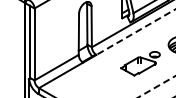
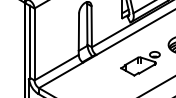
line at (135, 32): dashed -> solid
line at (157, 86): dashed -> solid
